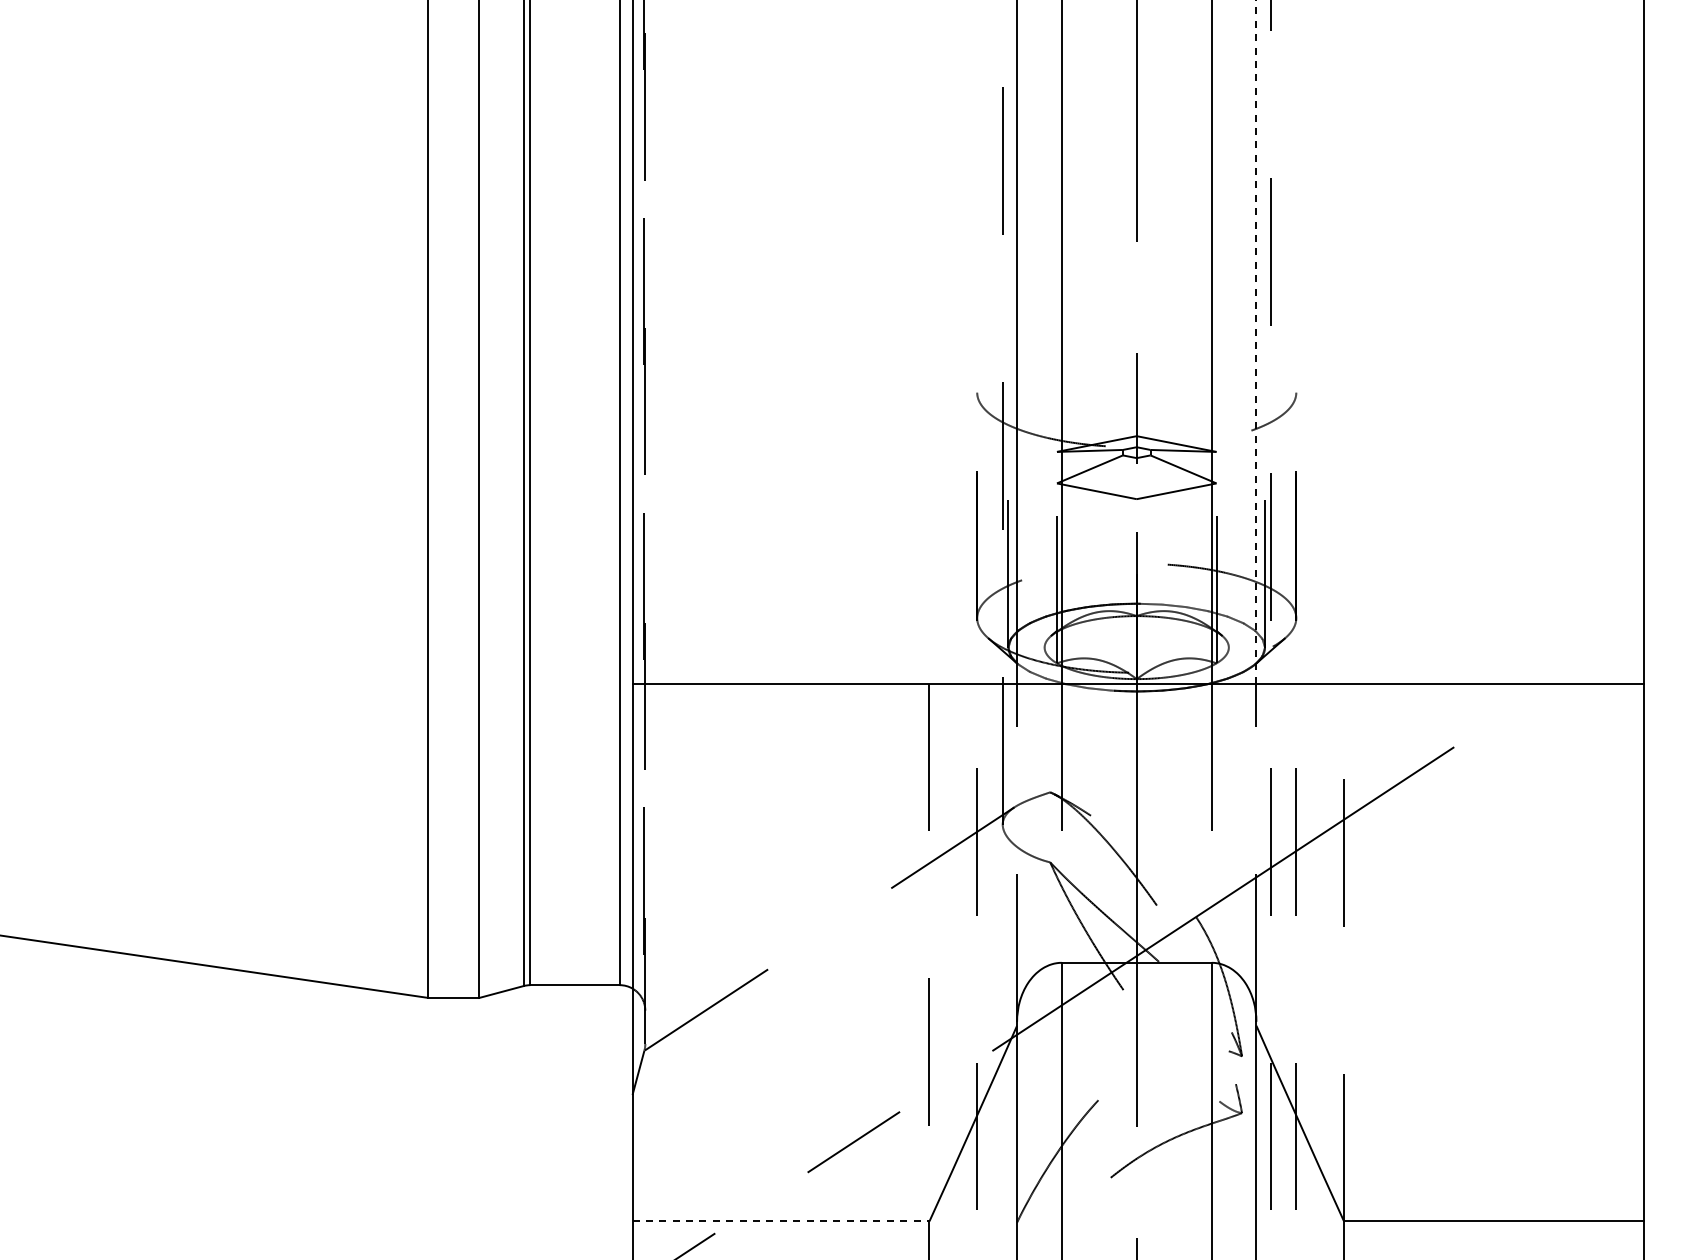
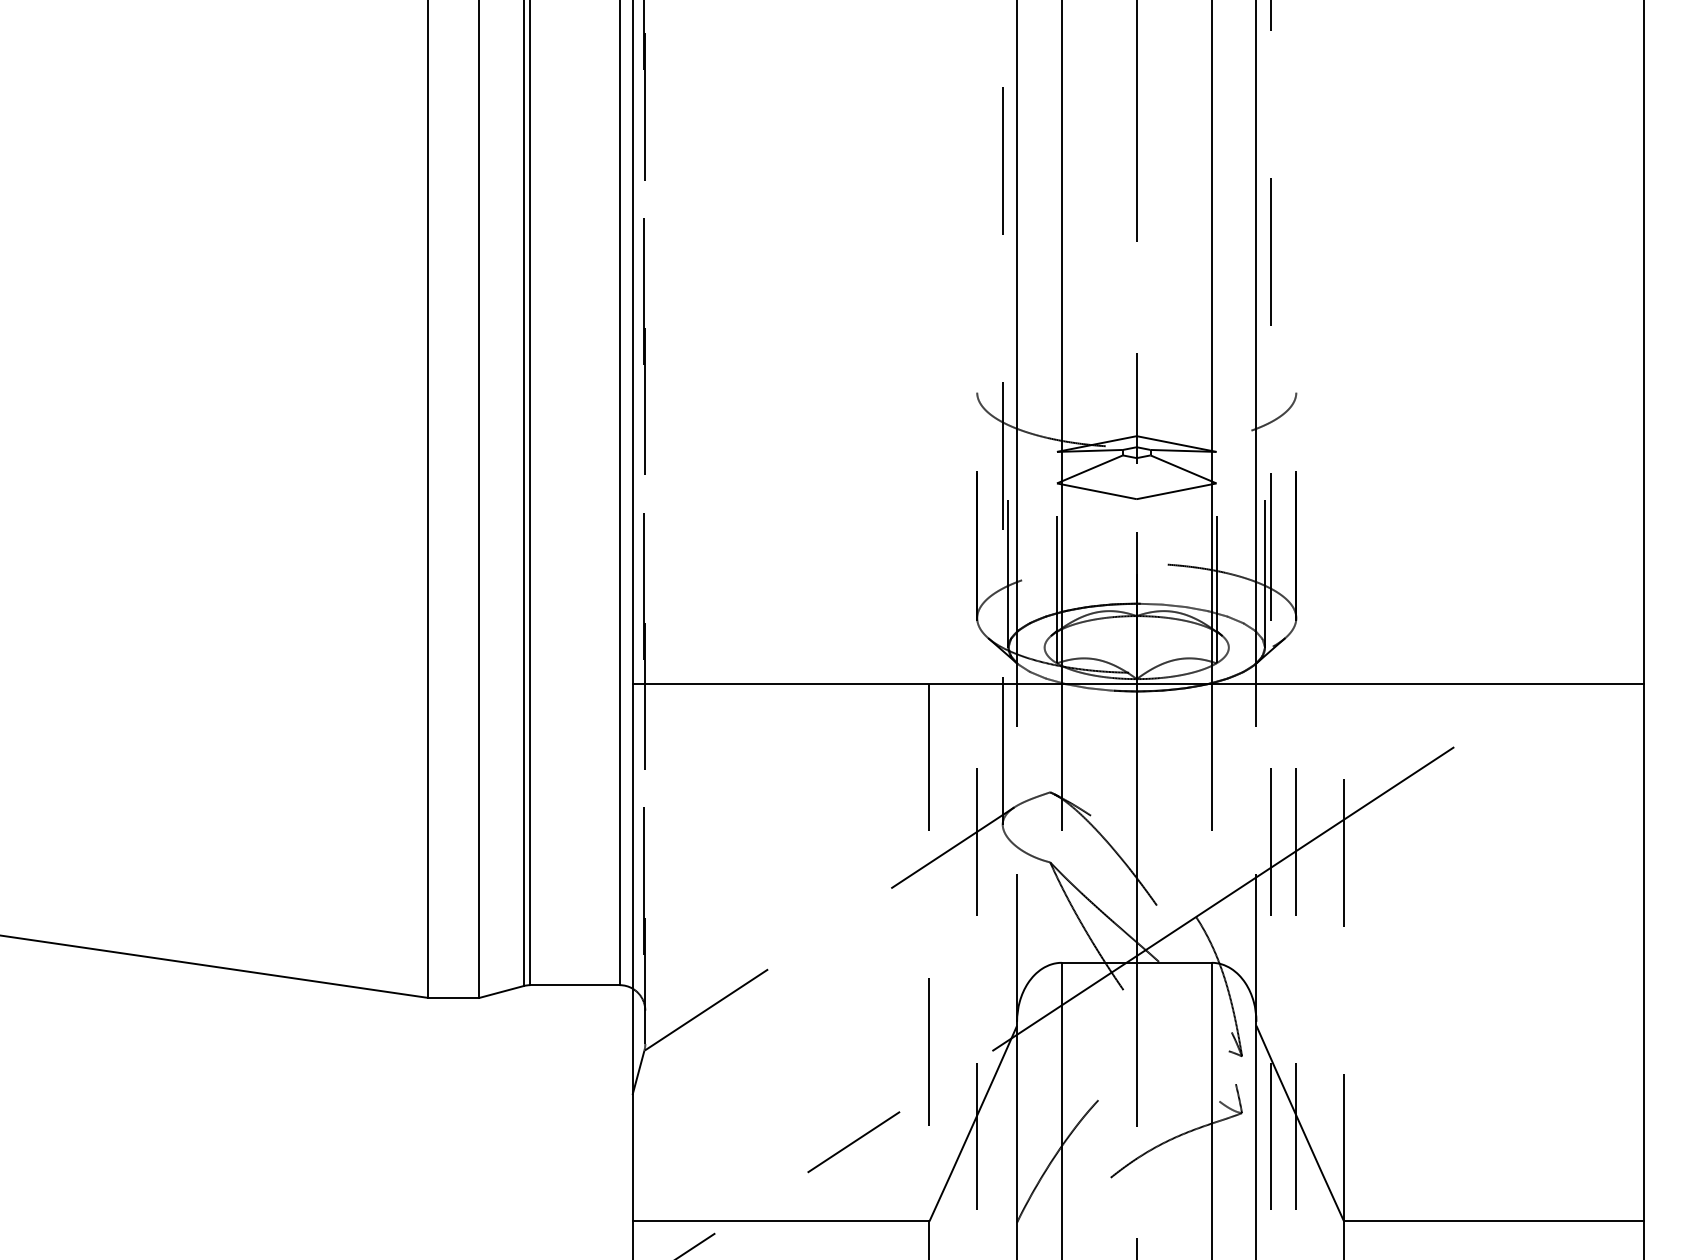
line at (1256, 341): dashed -> solid
line at (781, 1221): dashed -> solid
